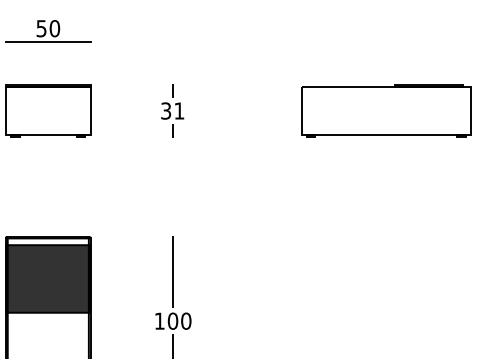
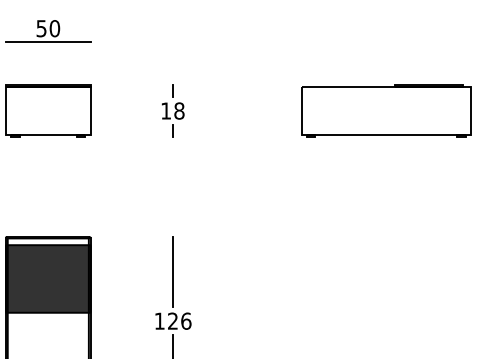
text at (172, 110): 31 -> 18
text at (179, 320): 100 -> 126
